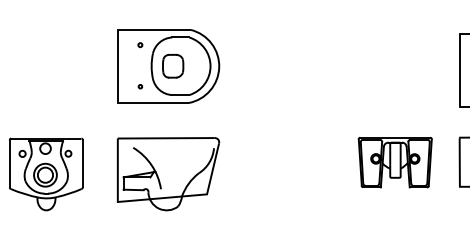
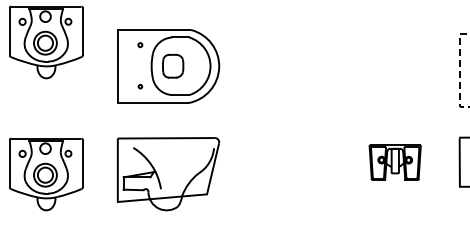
part at (46, 42): none -> present
line at (459, 70): solid -> dashed
part at (394, 162) size: 76x52 px -> 54x37 px
